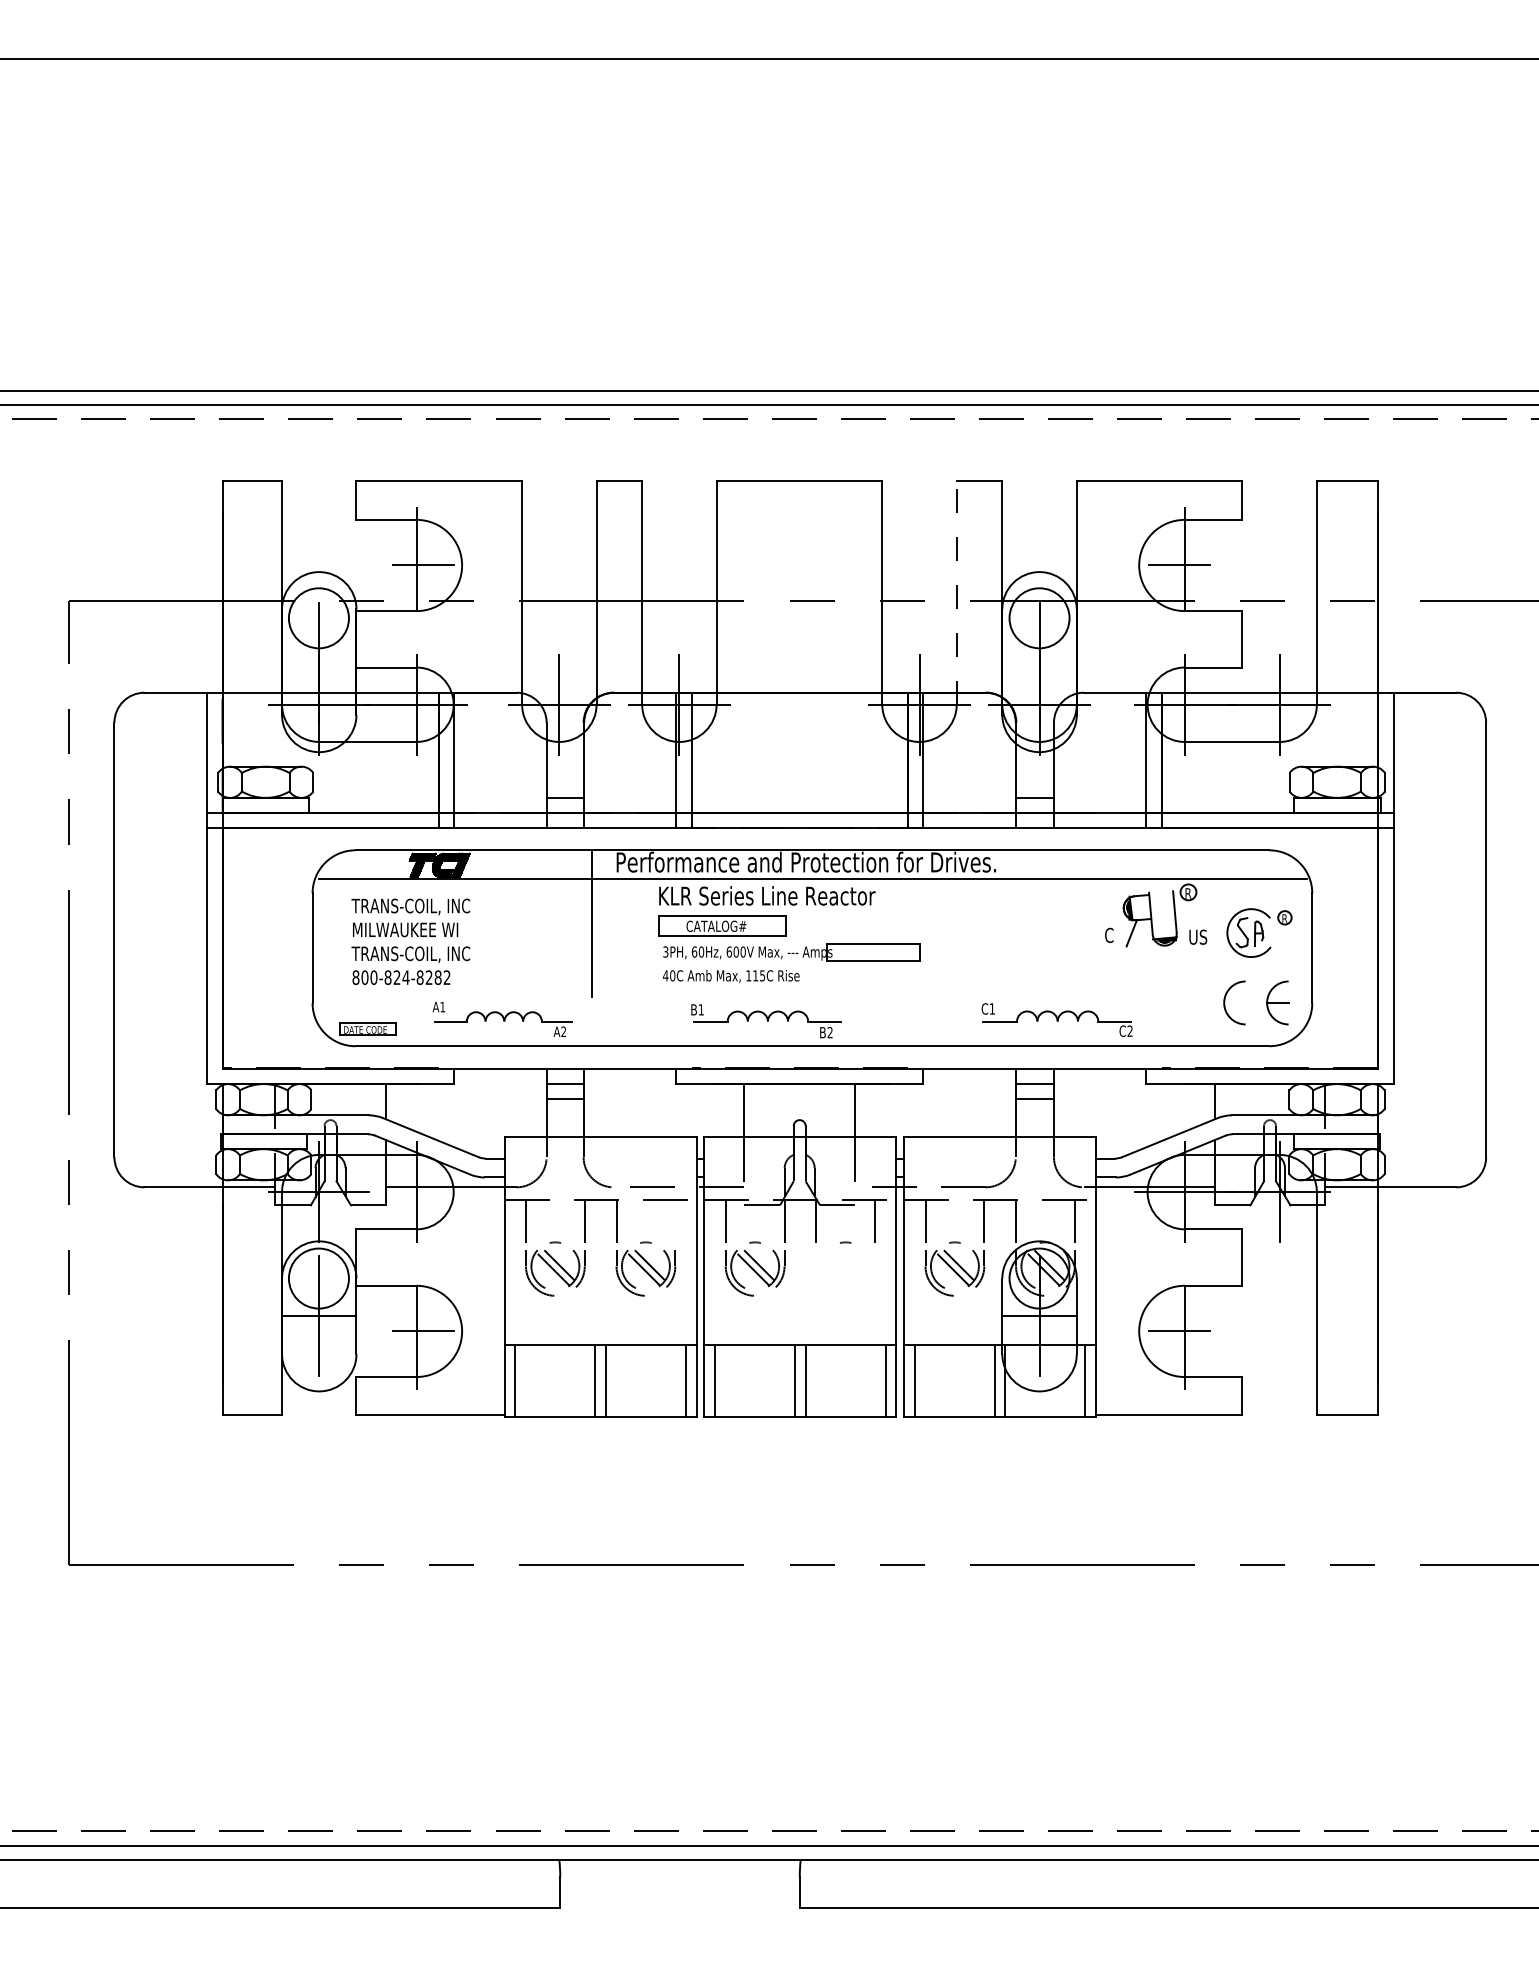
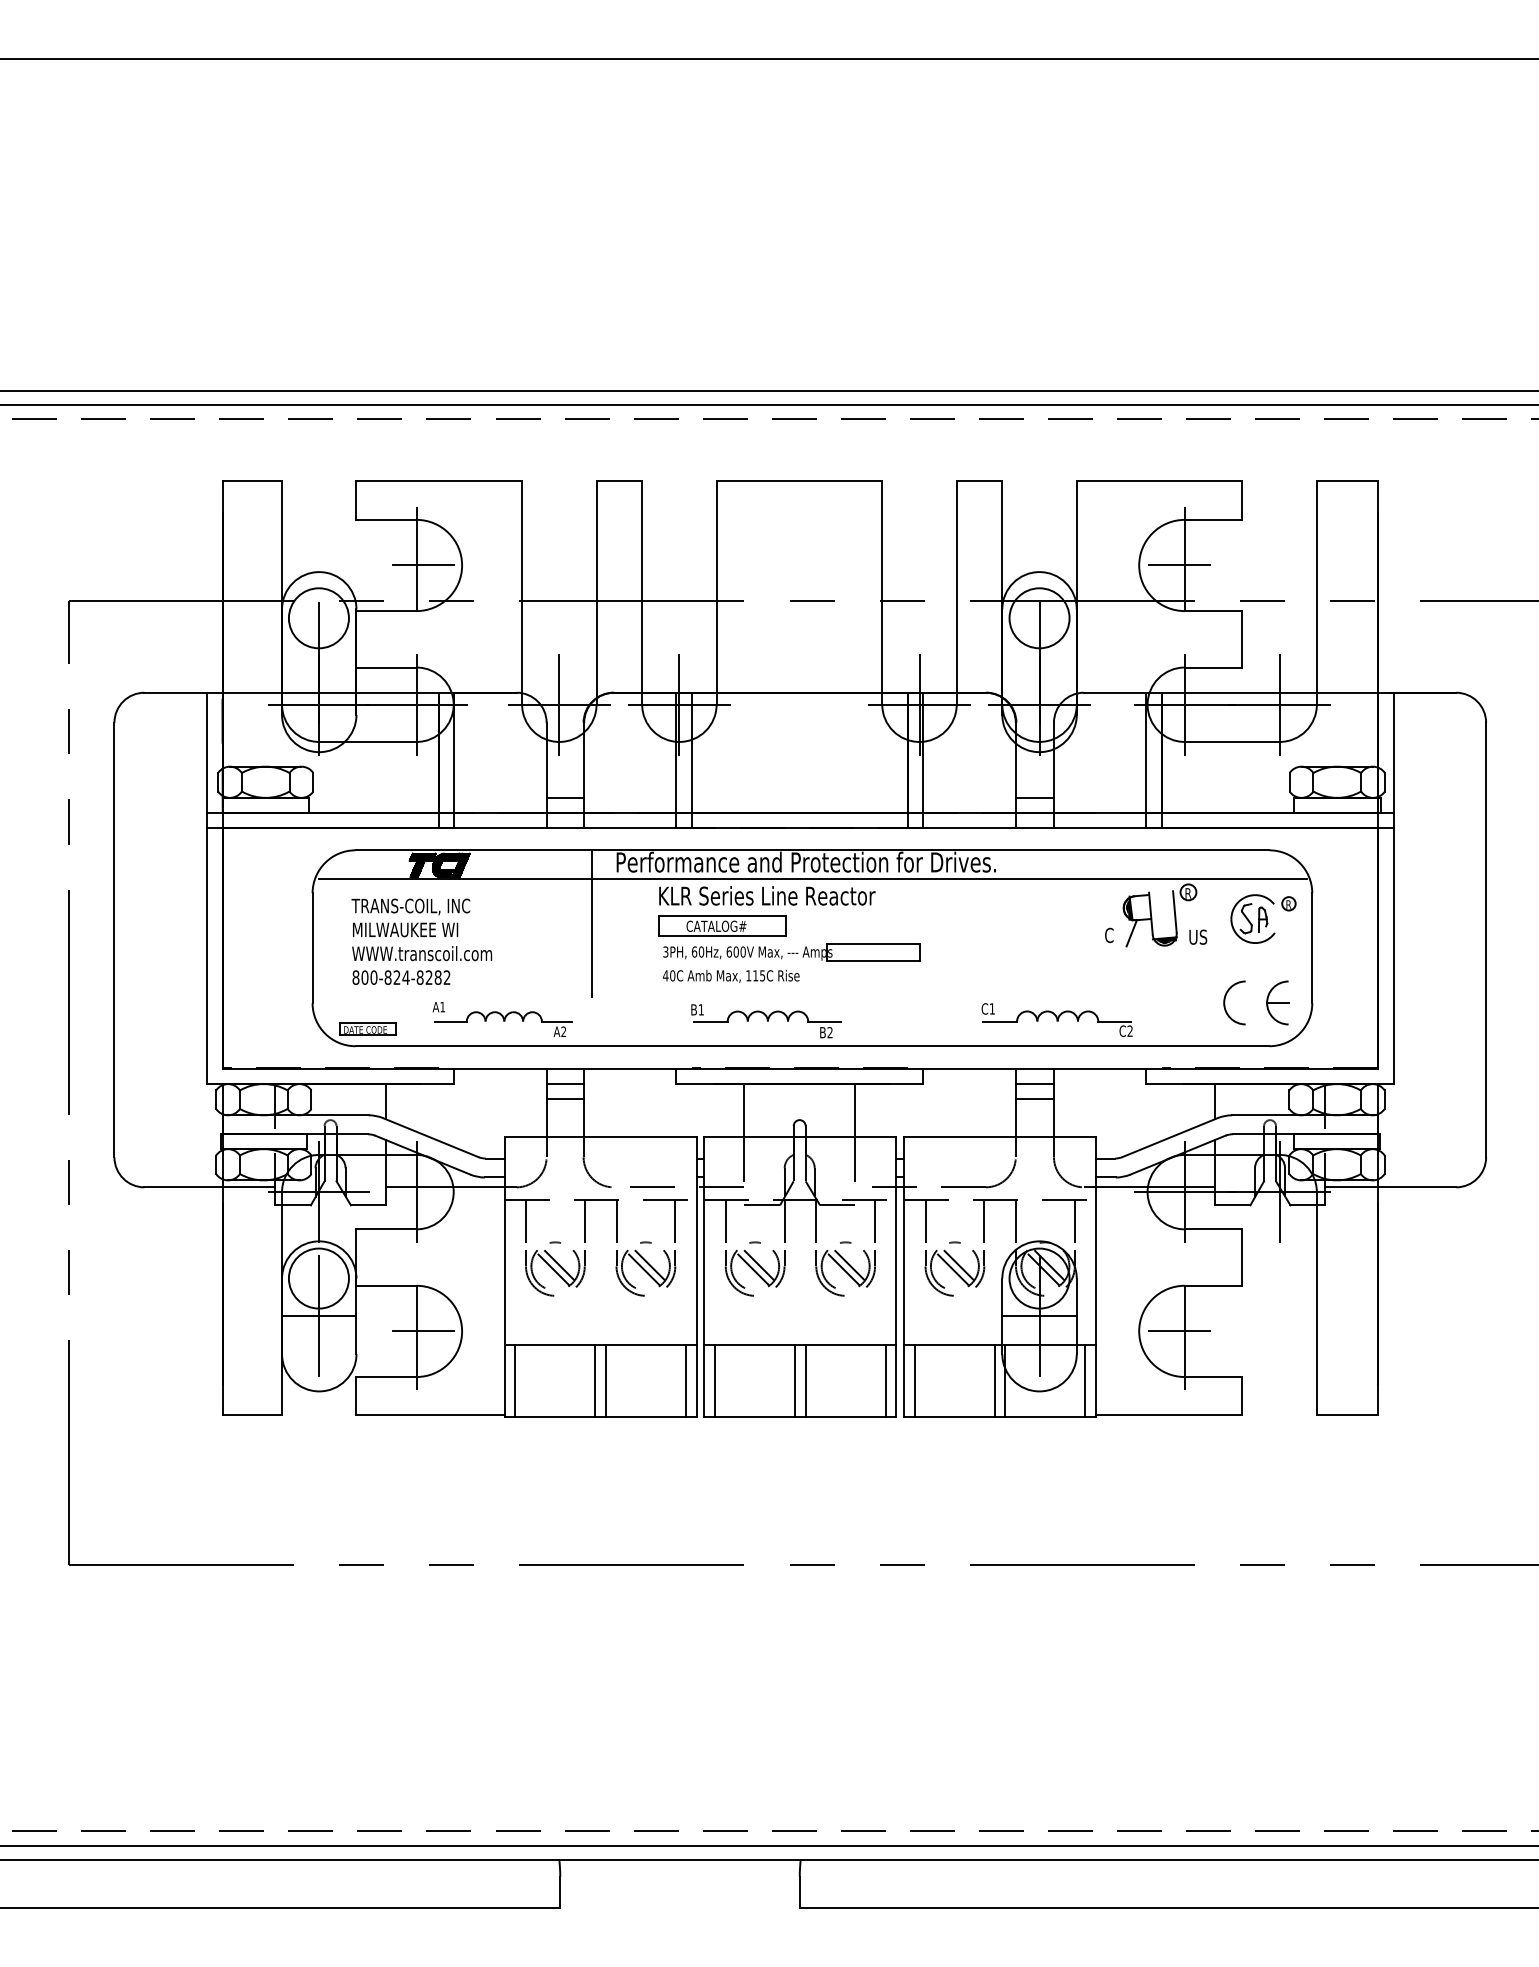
line at (956, 593): dashed -> solid
part at (1259, 932) position: (1259, 932) -> (1263, 918)
text at (421, 954): TRANS-COIL, INC -> WWW.transcoil.com
line at (675, 1221): none -> present
part at (845, 1272): none -> present
